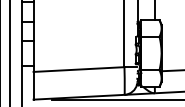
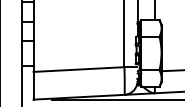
line at (10, 52): present -> none
